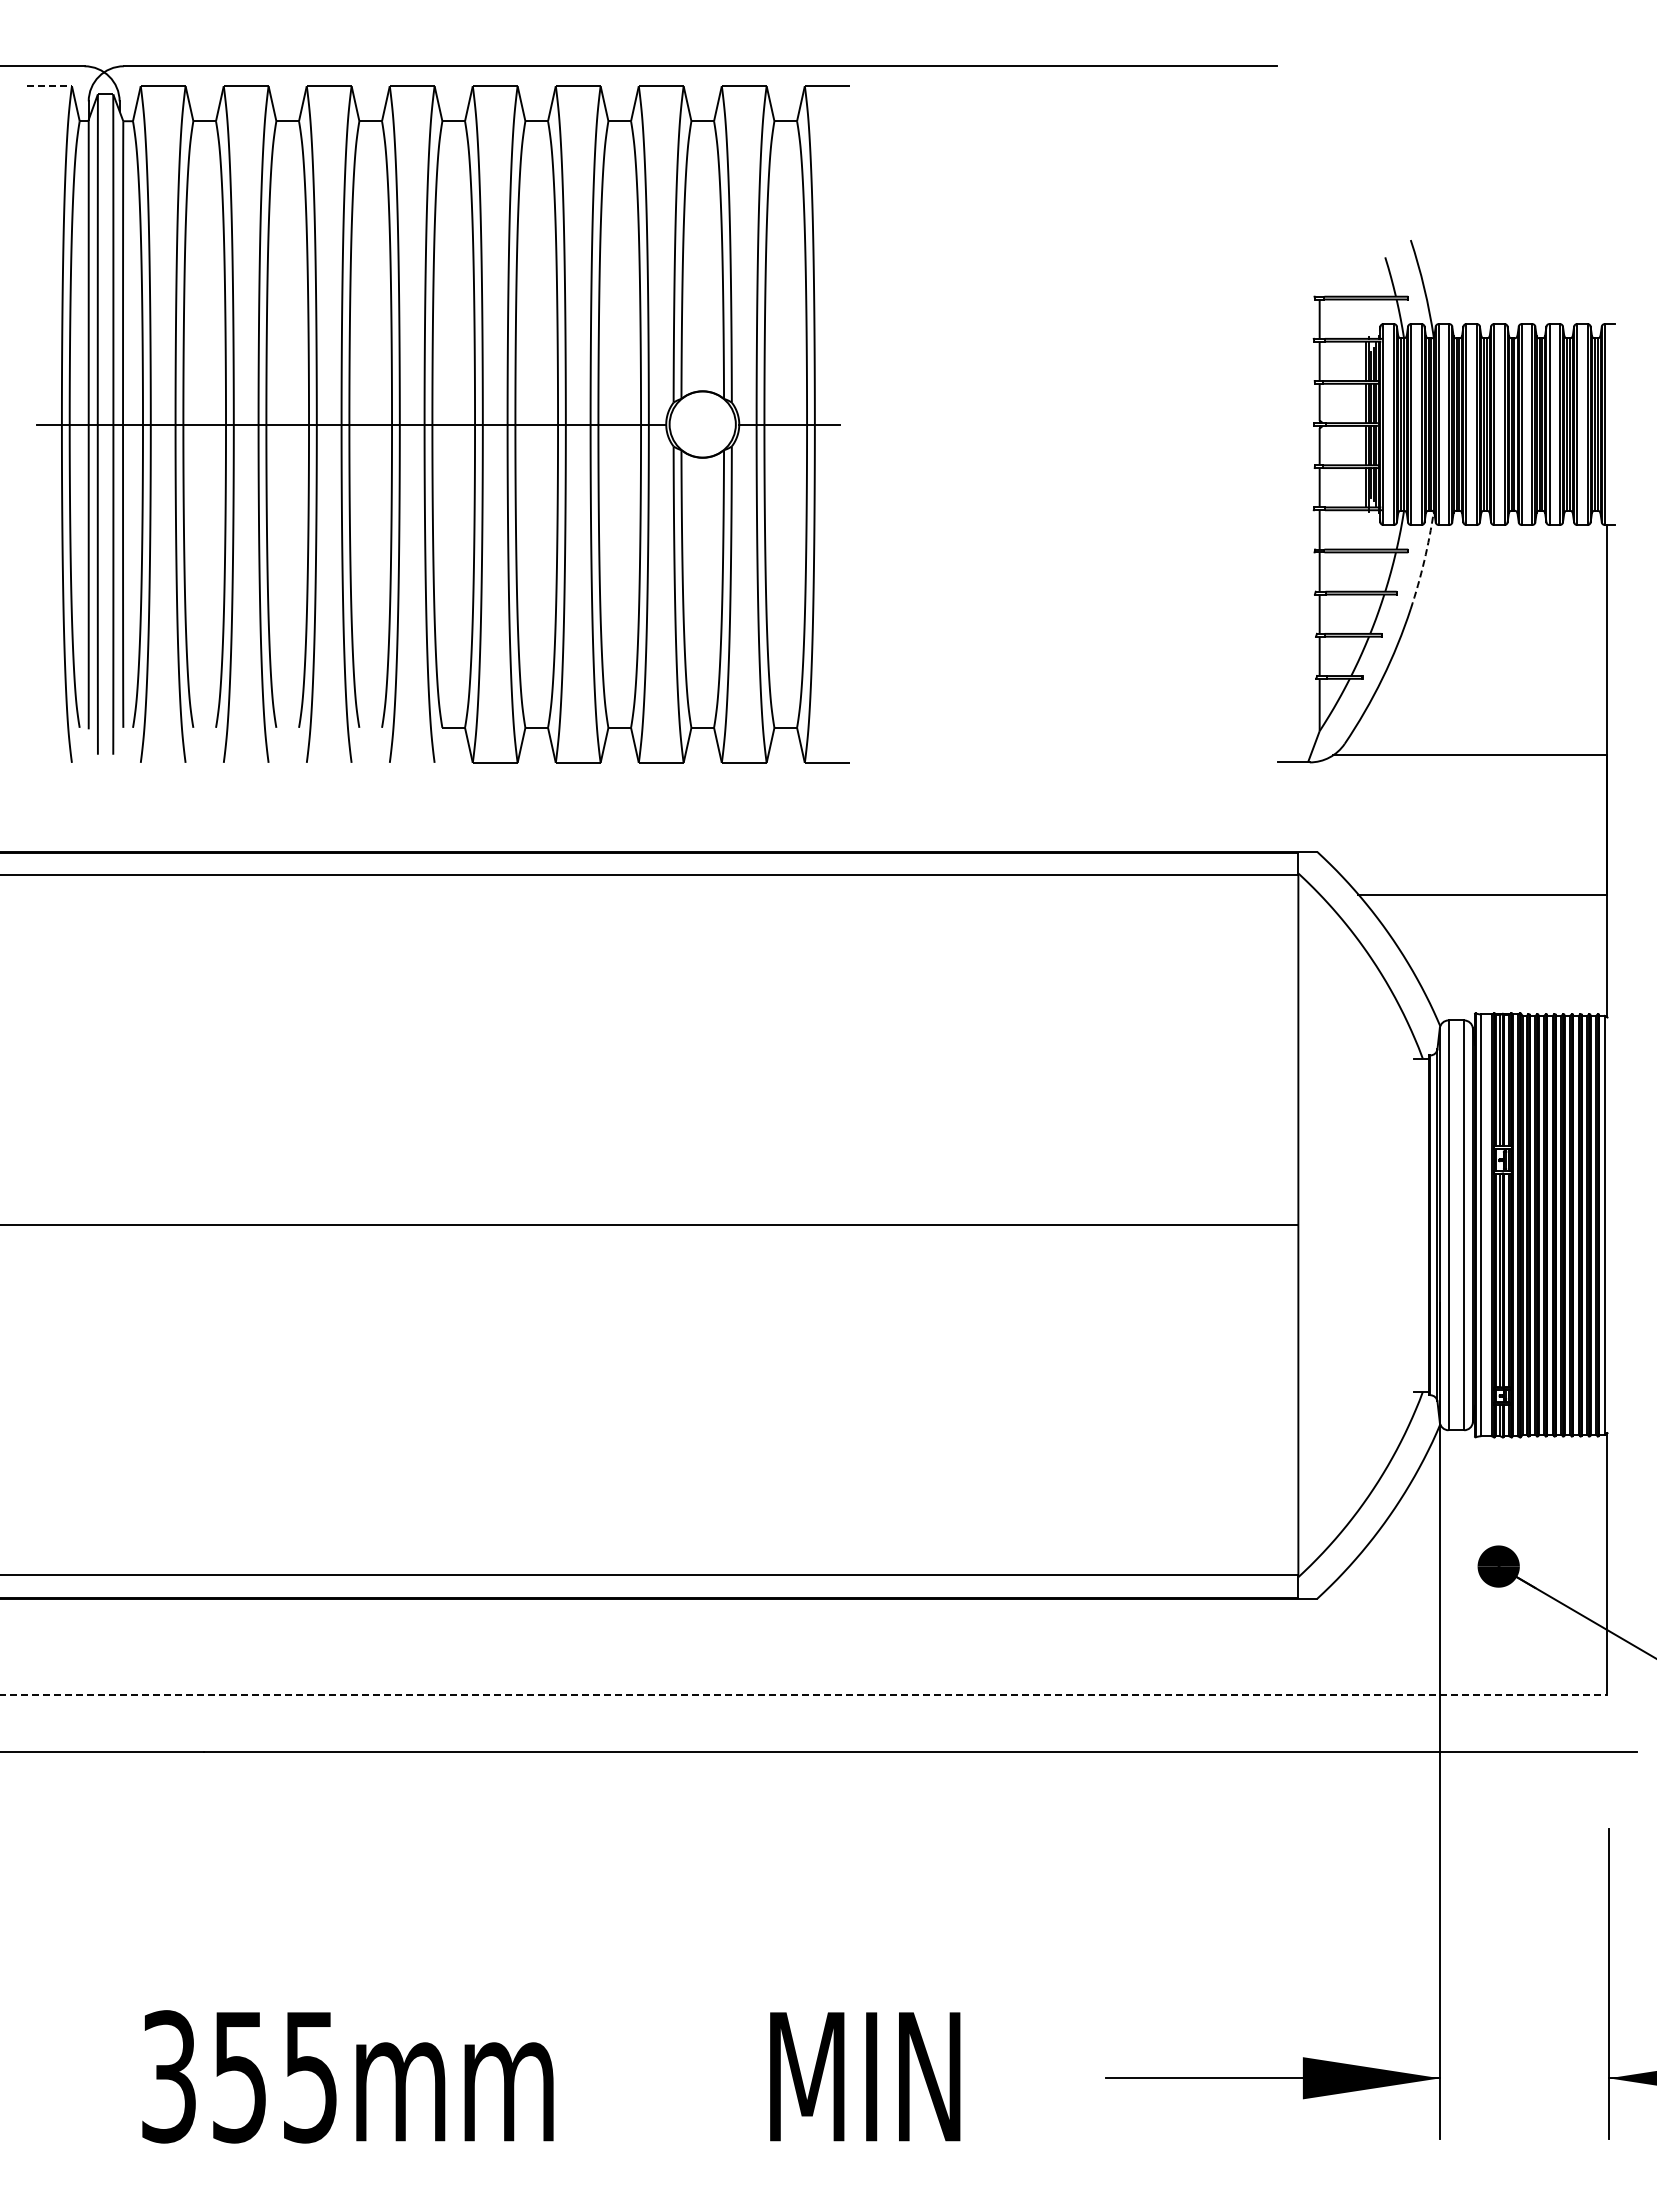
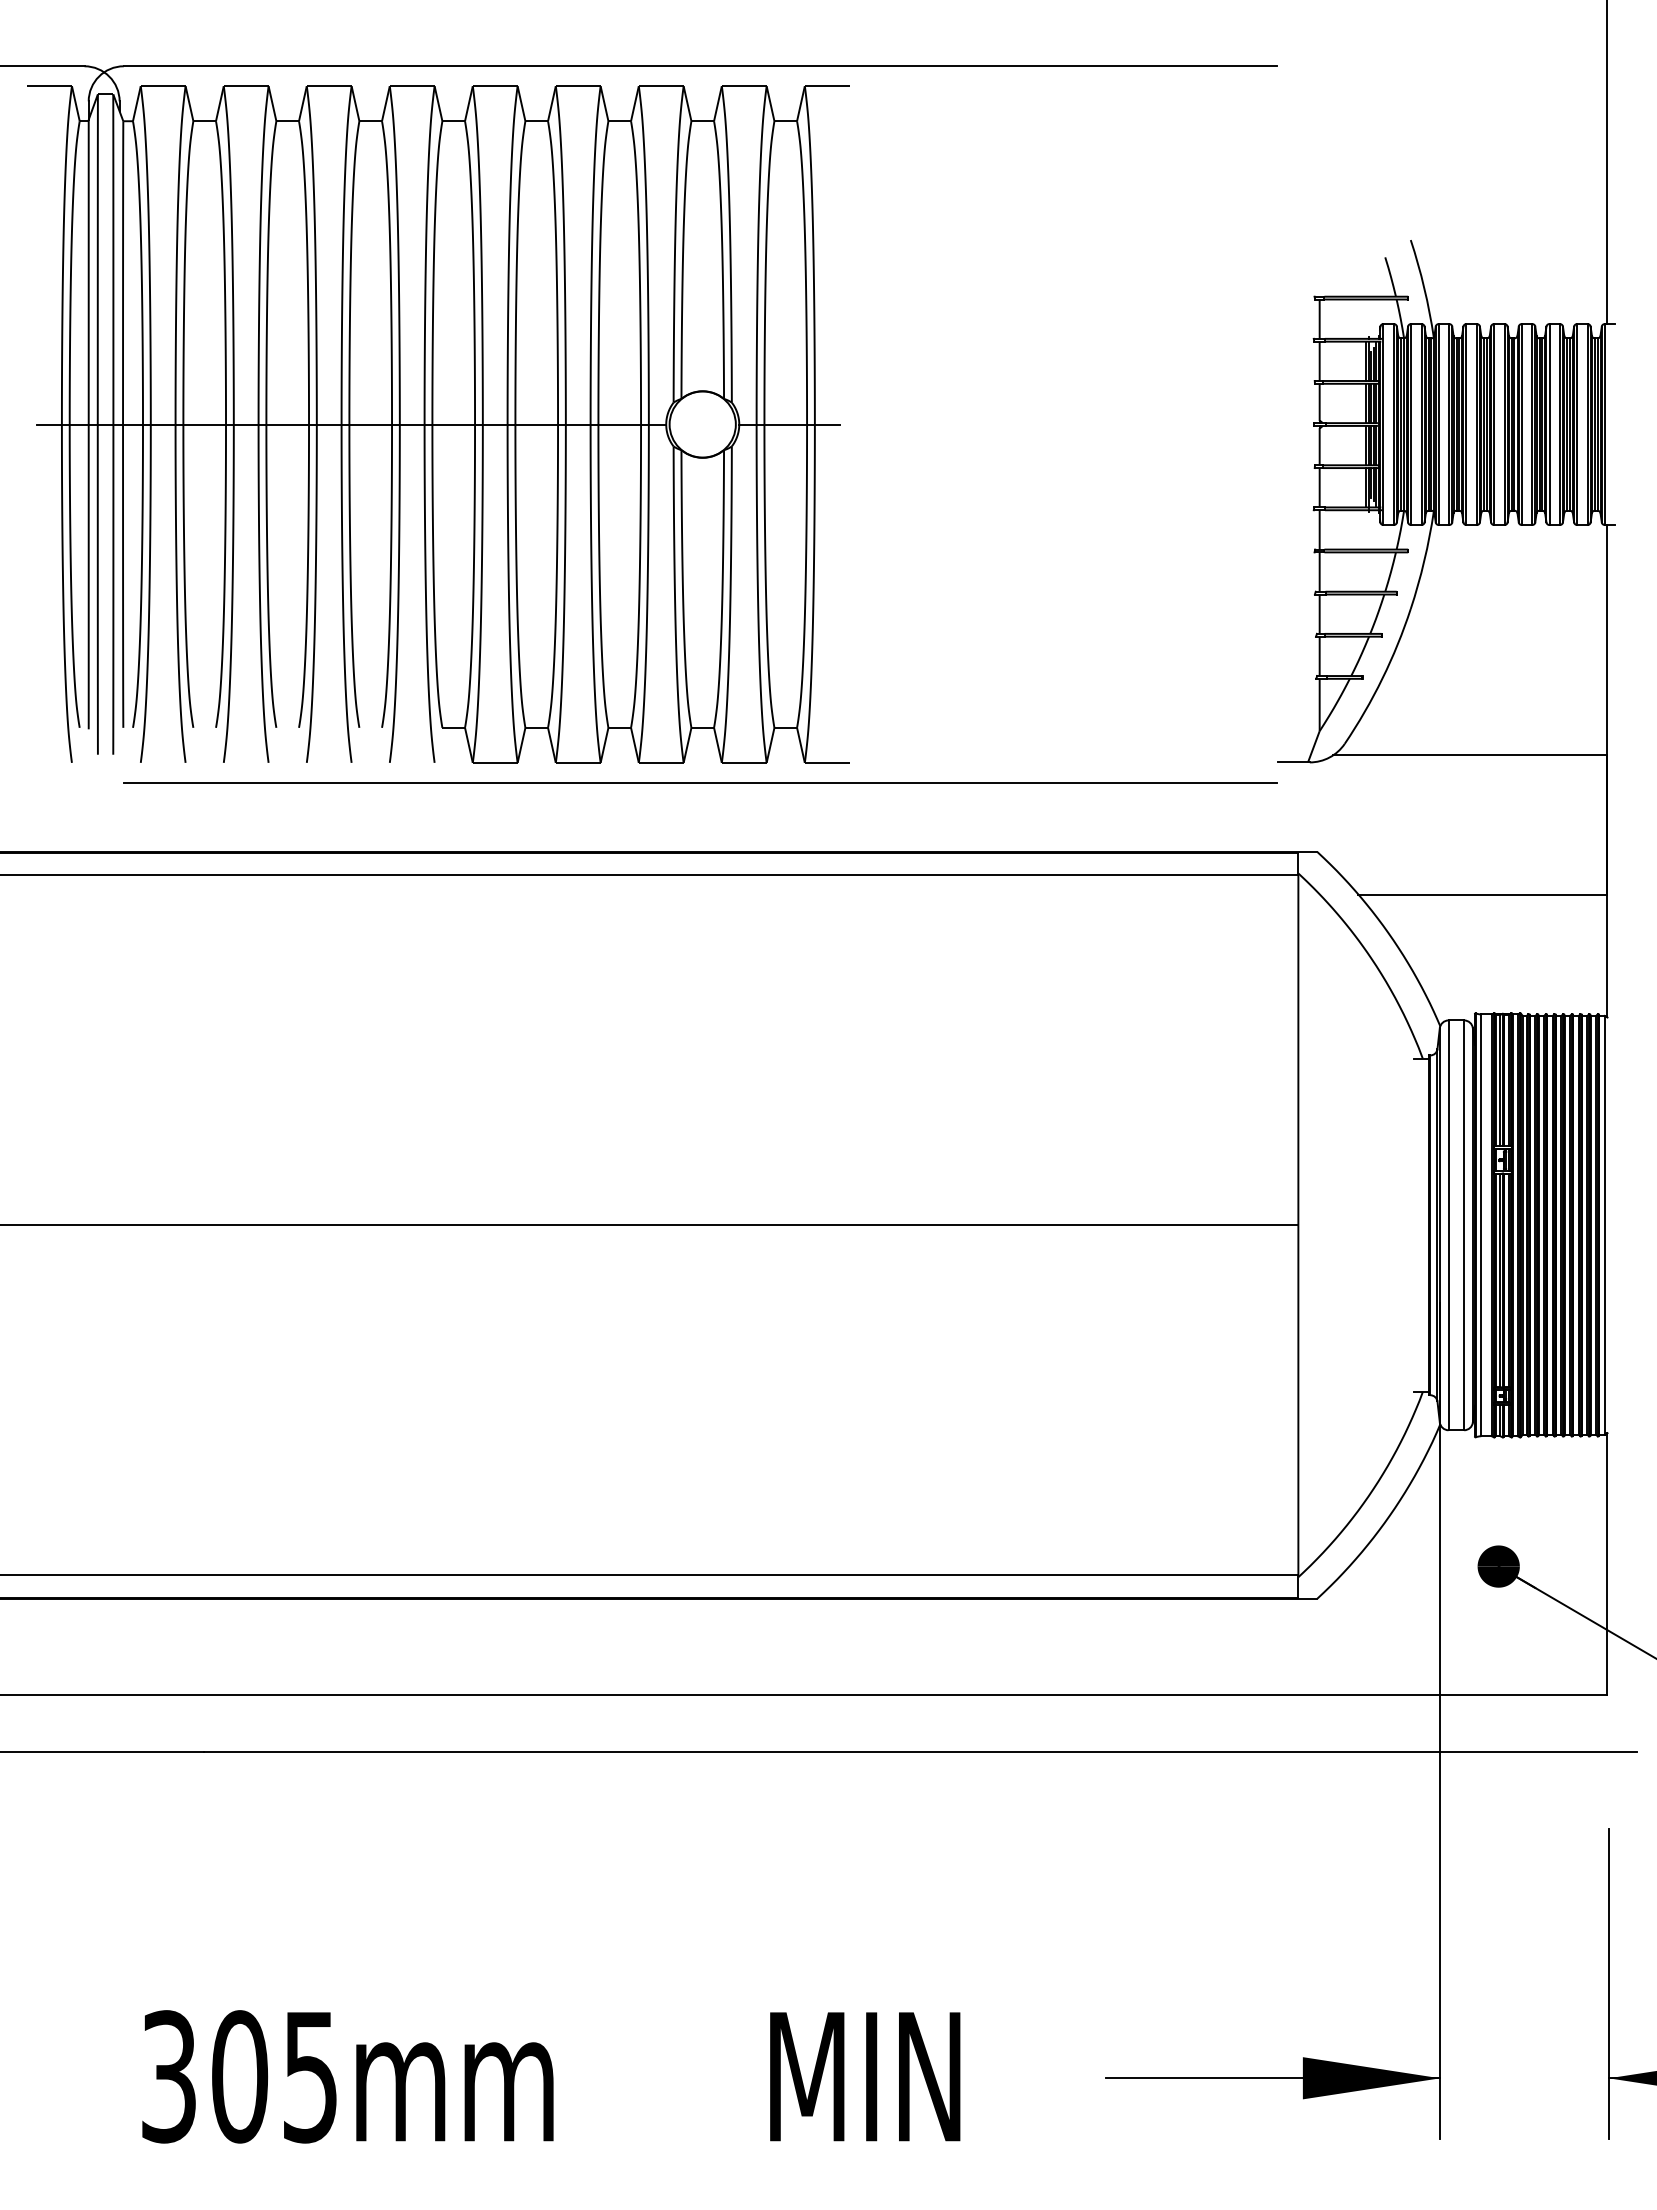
line at (49, 86): dashed -> solid
line at (1607, 163): none -> present
arc at (1424, 560): dashed -> solid
line at (700, 782): none -> present
line at (804, 1695): dashed -> solid
text at (240, 2076): 355mm -> 305mm
